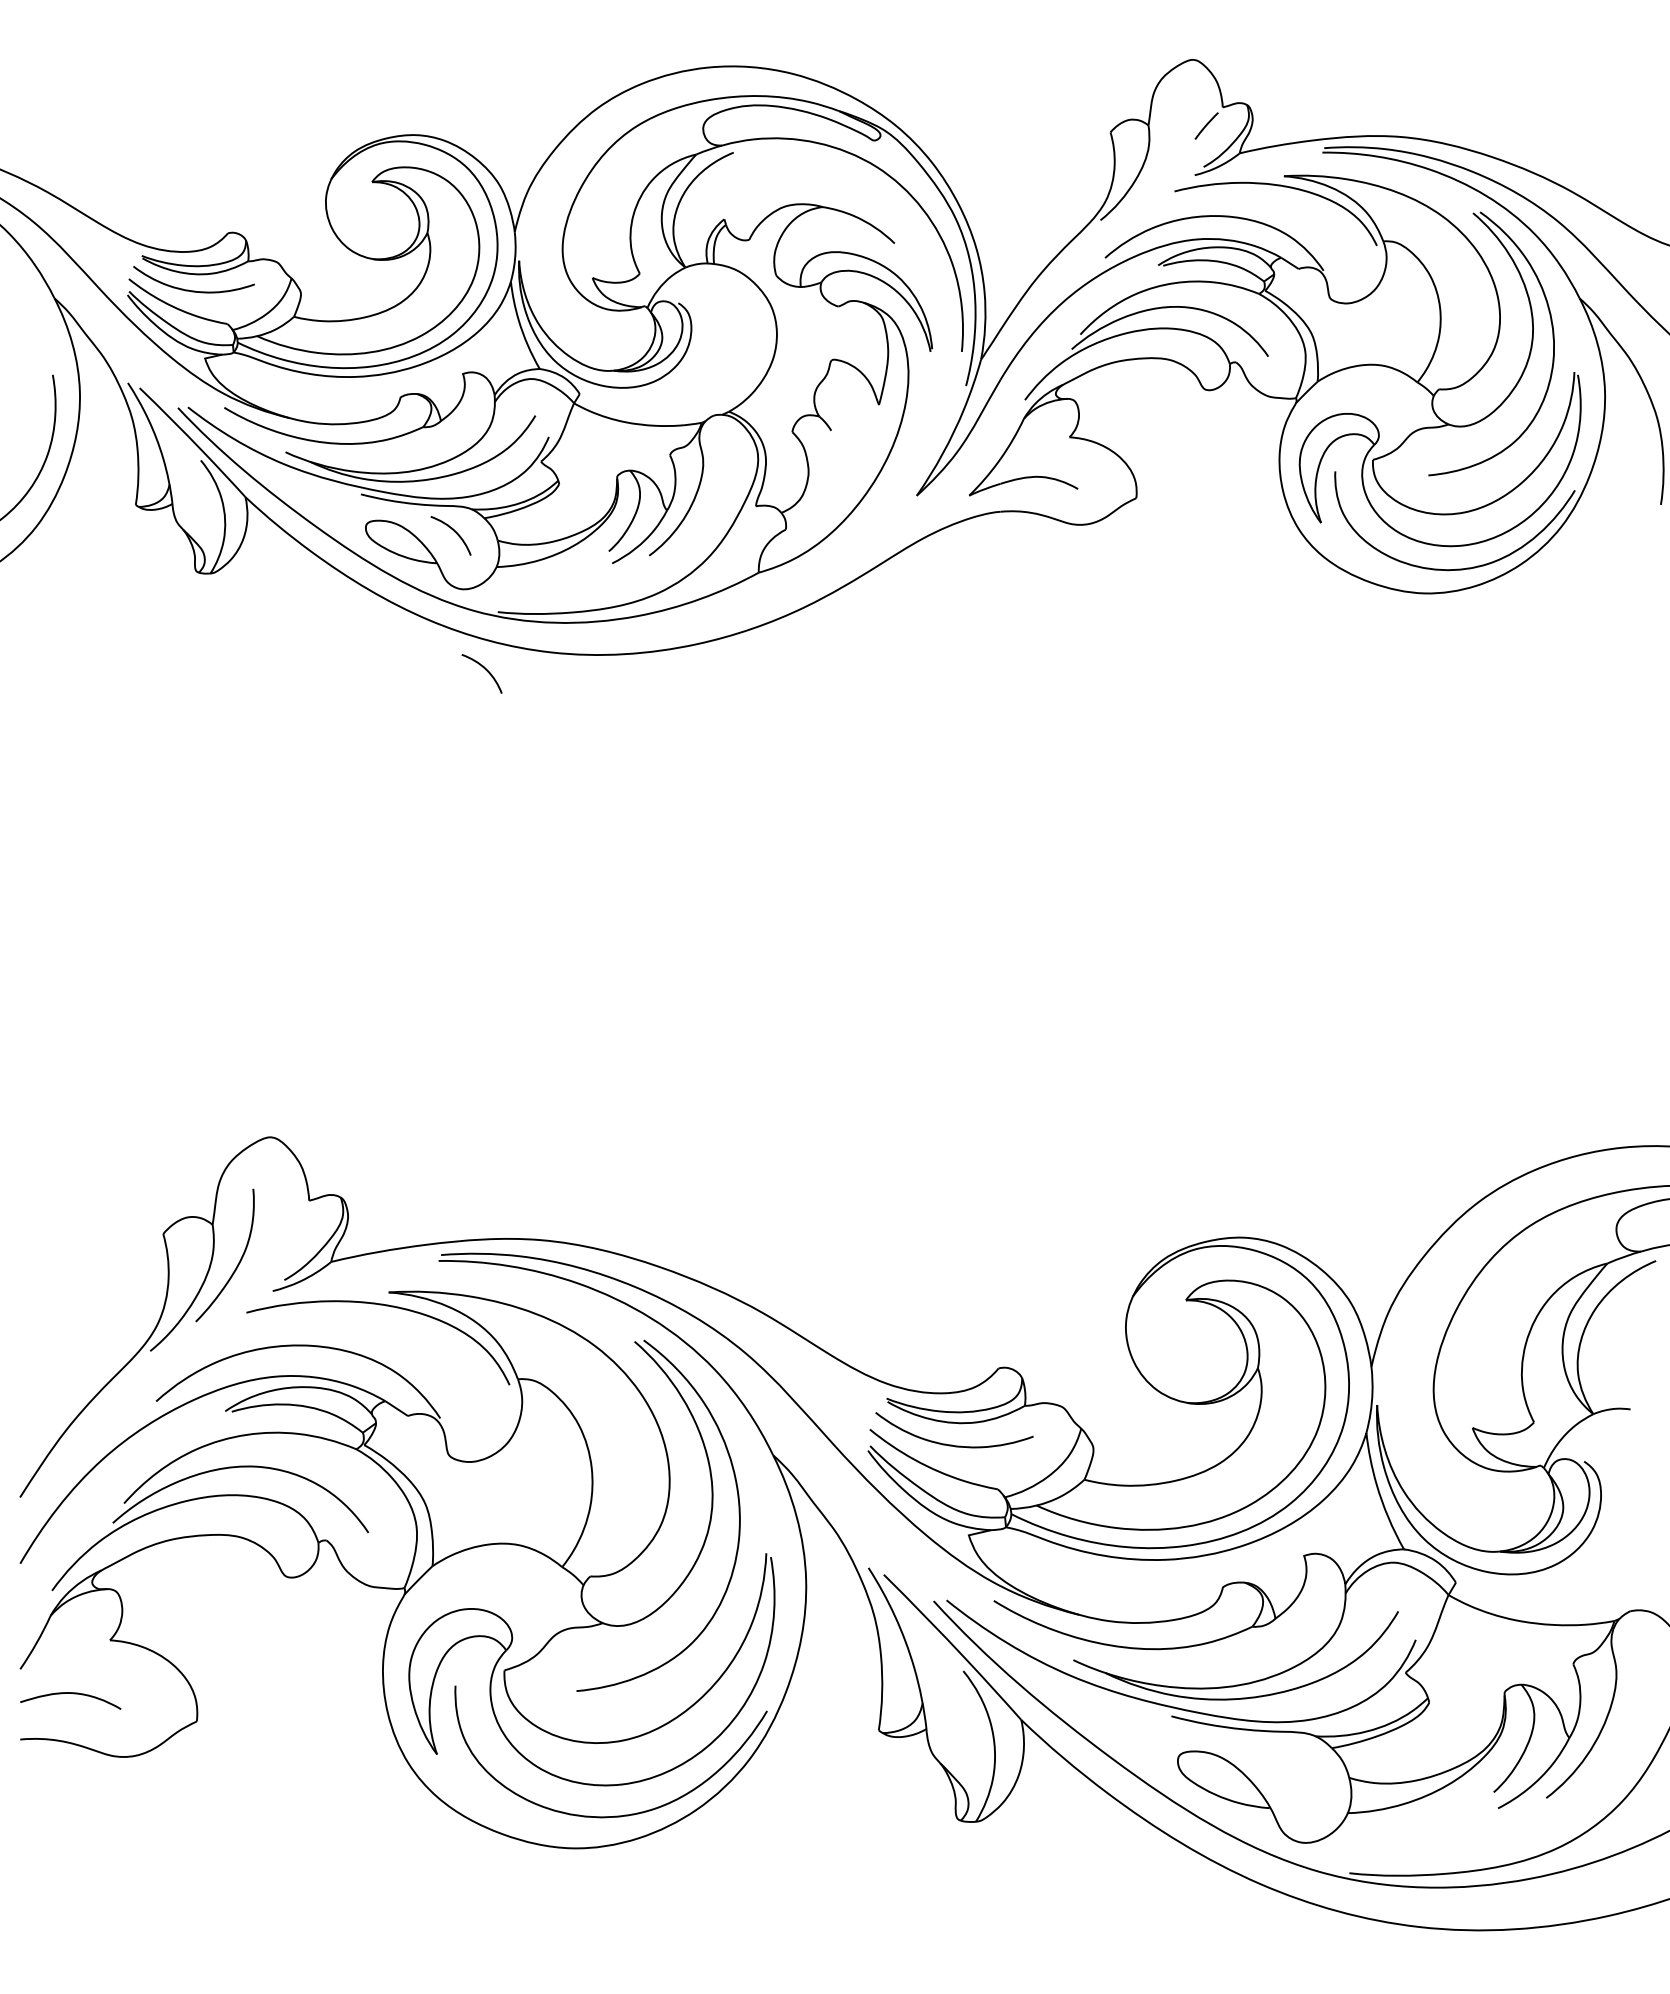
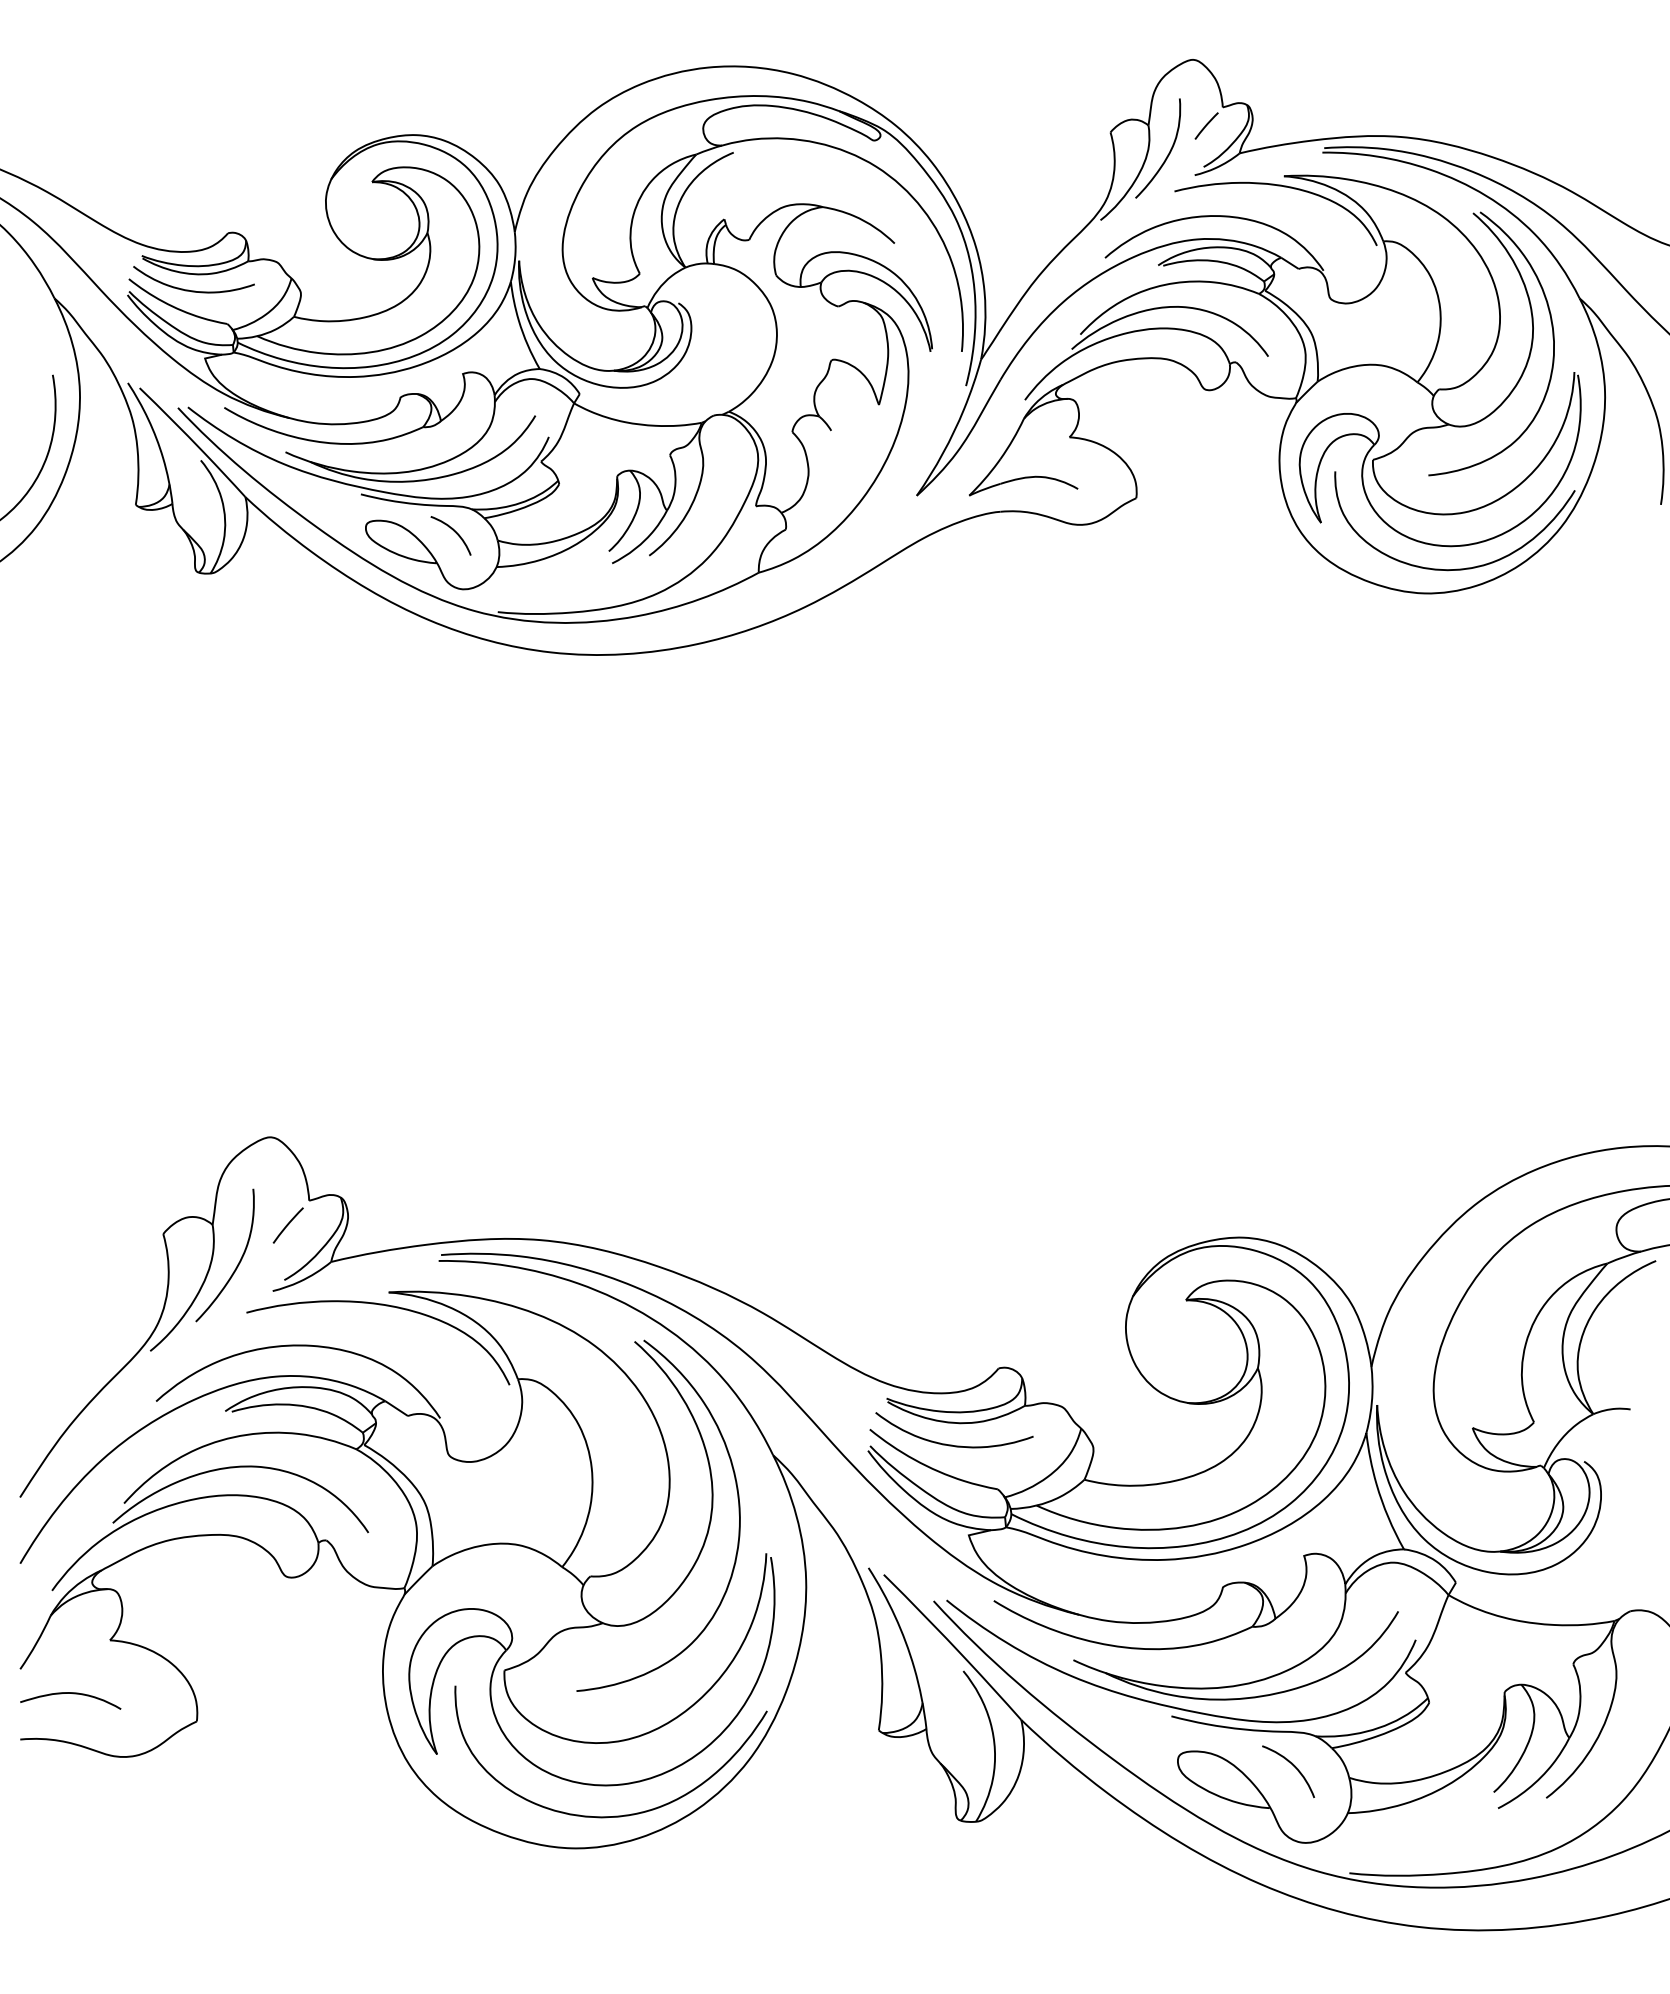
curve at (1167, 154): none -> present
curve at (484, 669): present -> none
line at (287, 1225): none -> present
curve at (1293, 1766): none -> present
